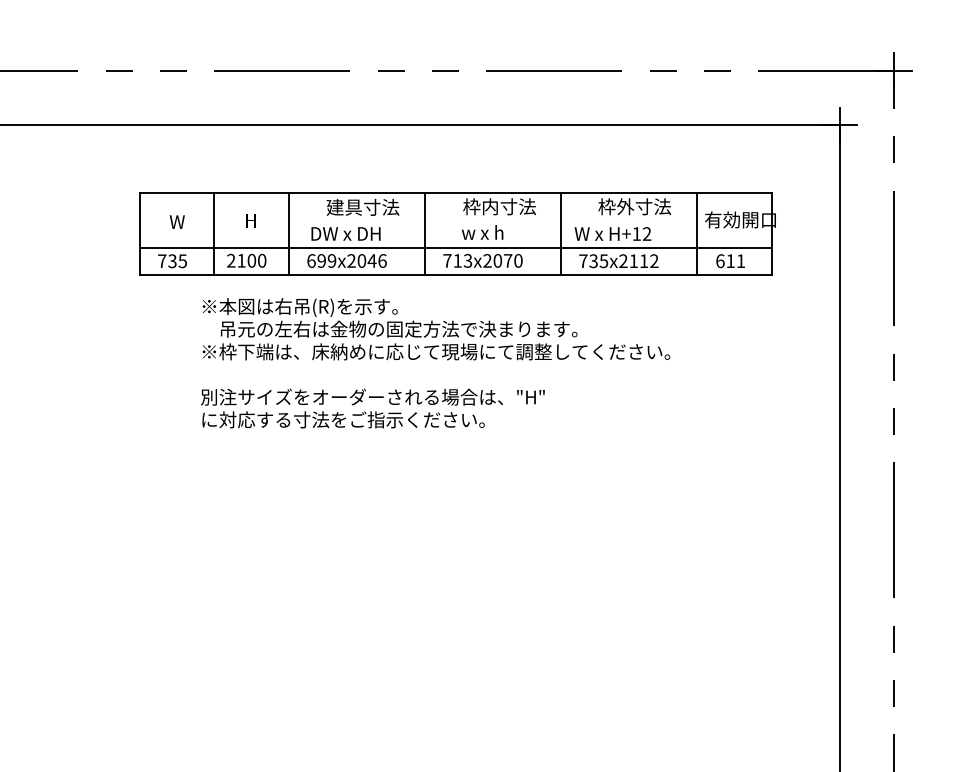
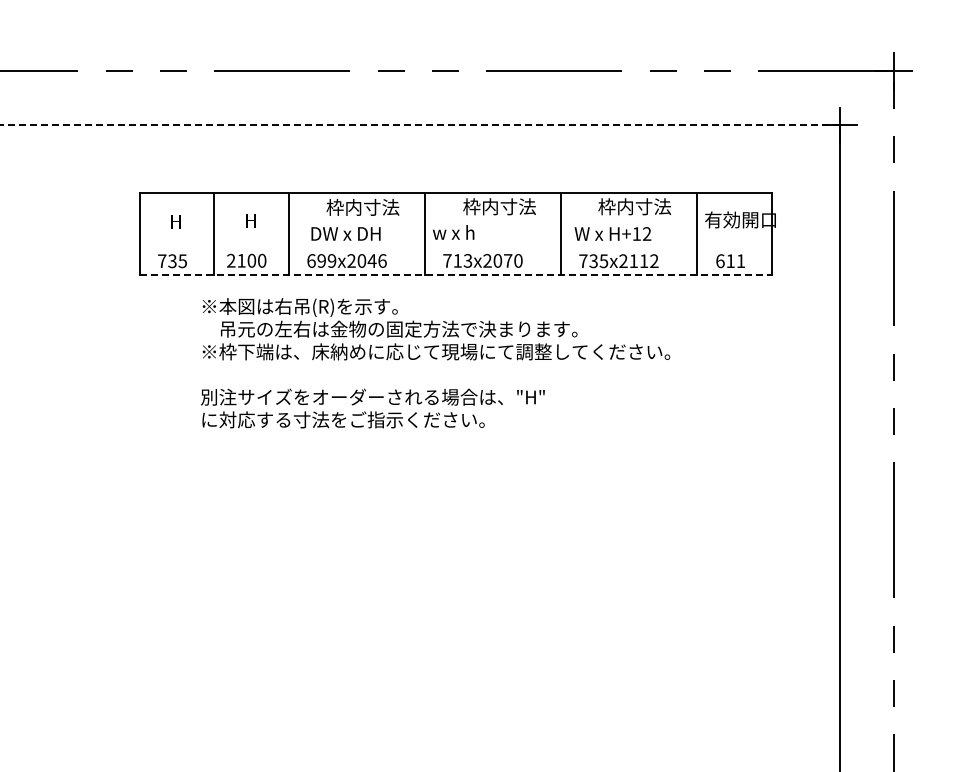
line at (419, 125): solid -> dashed
text at (343, 206): 建具寸法 -> 枠内寸法
text at (625, 206): 枠外寸法 -> 枠内寸法
text at (176, 221): W -> H
text at (482, 232) position: (482, 232) -> (453, 232)
line at (455, 247): present -> none
line at (456, 274): solid -> dashed
